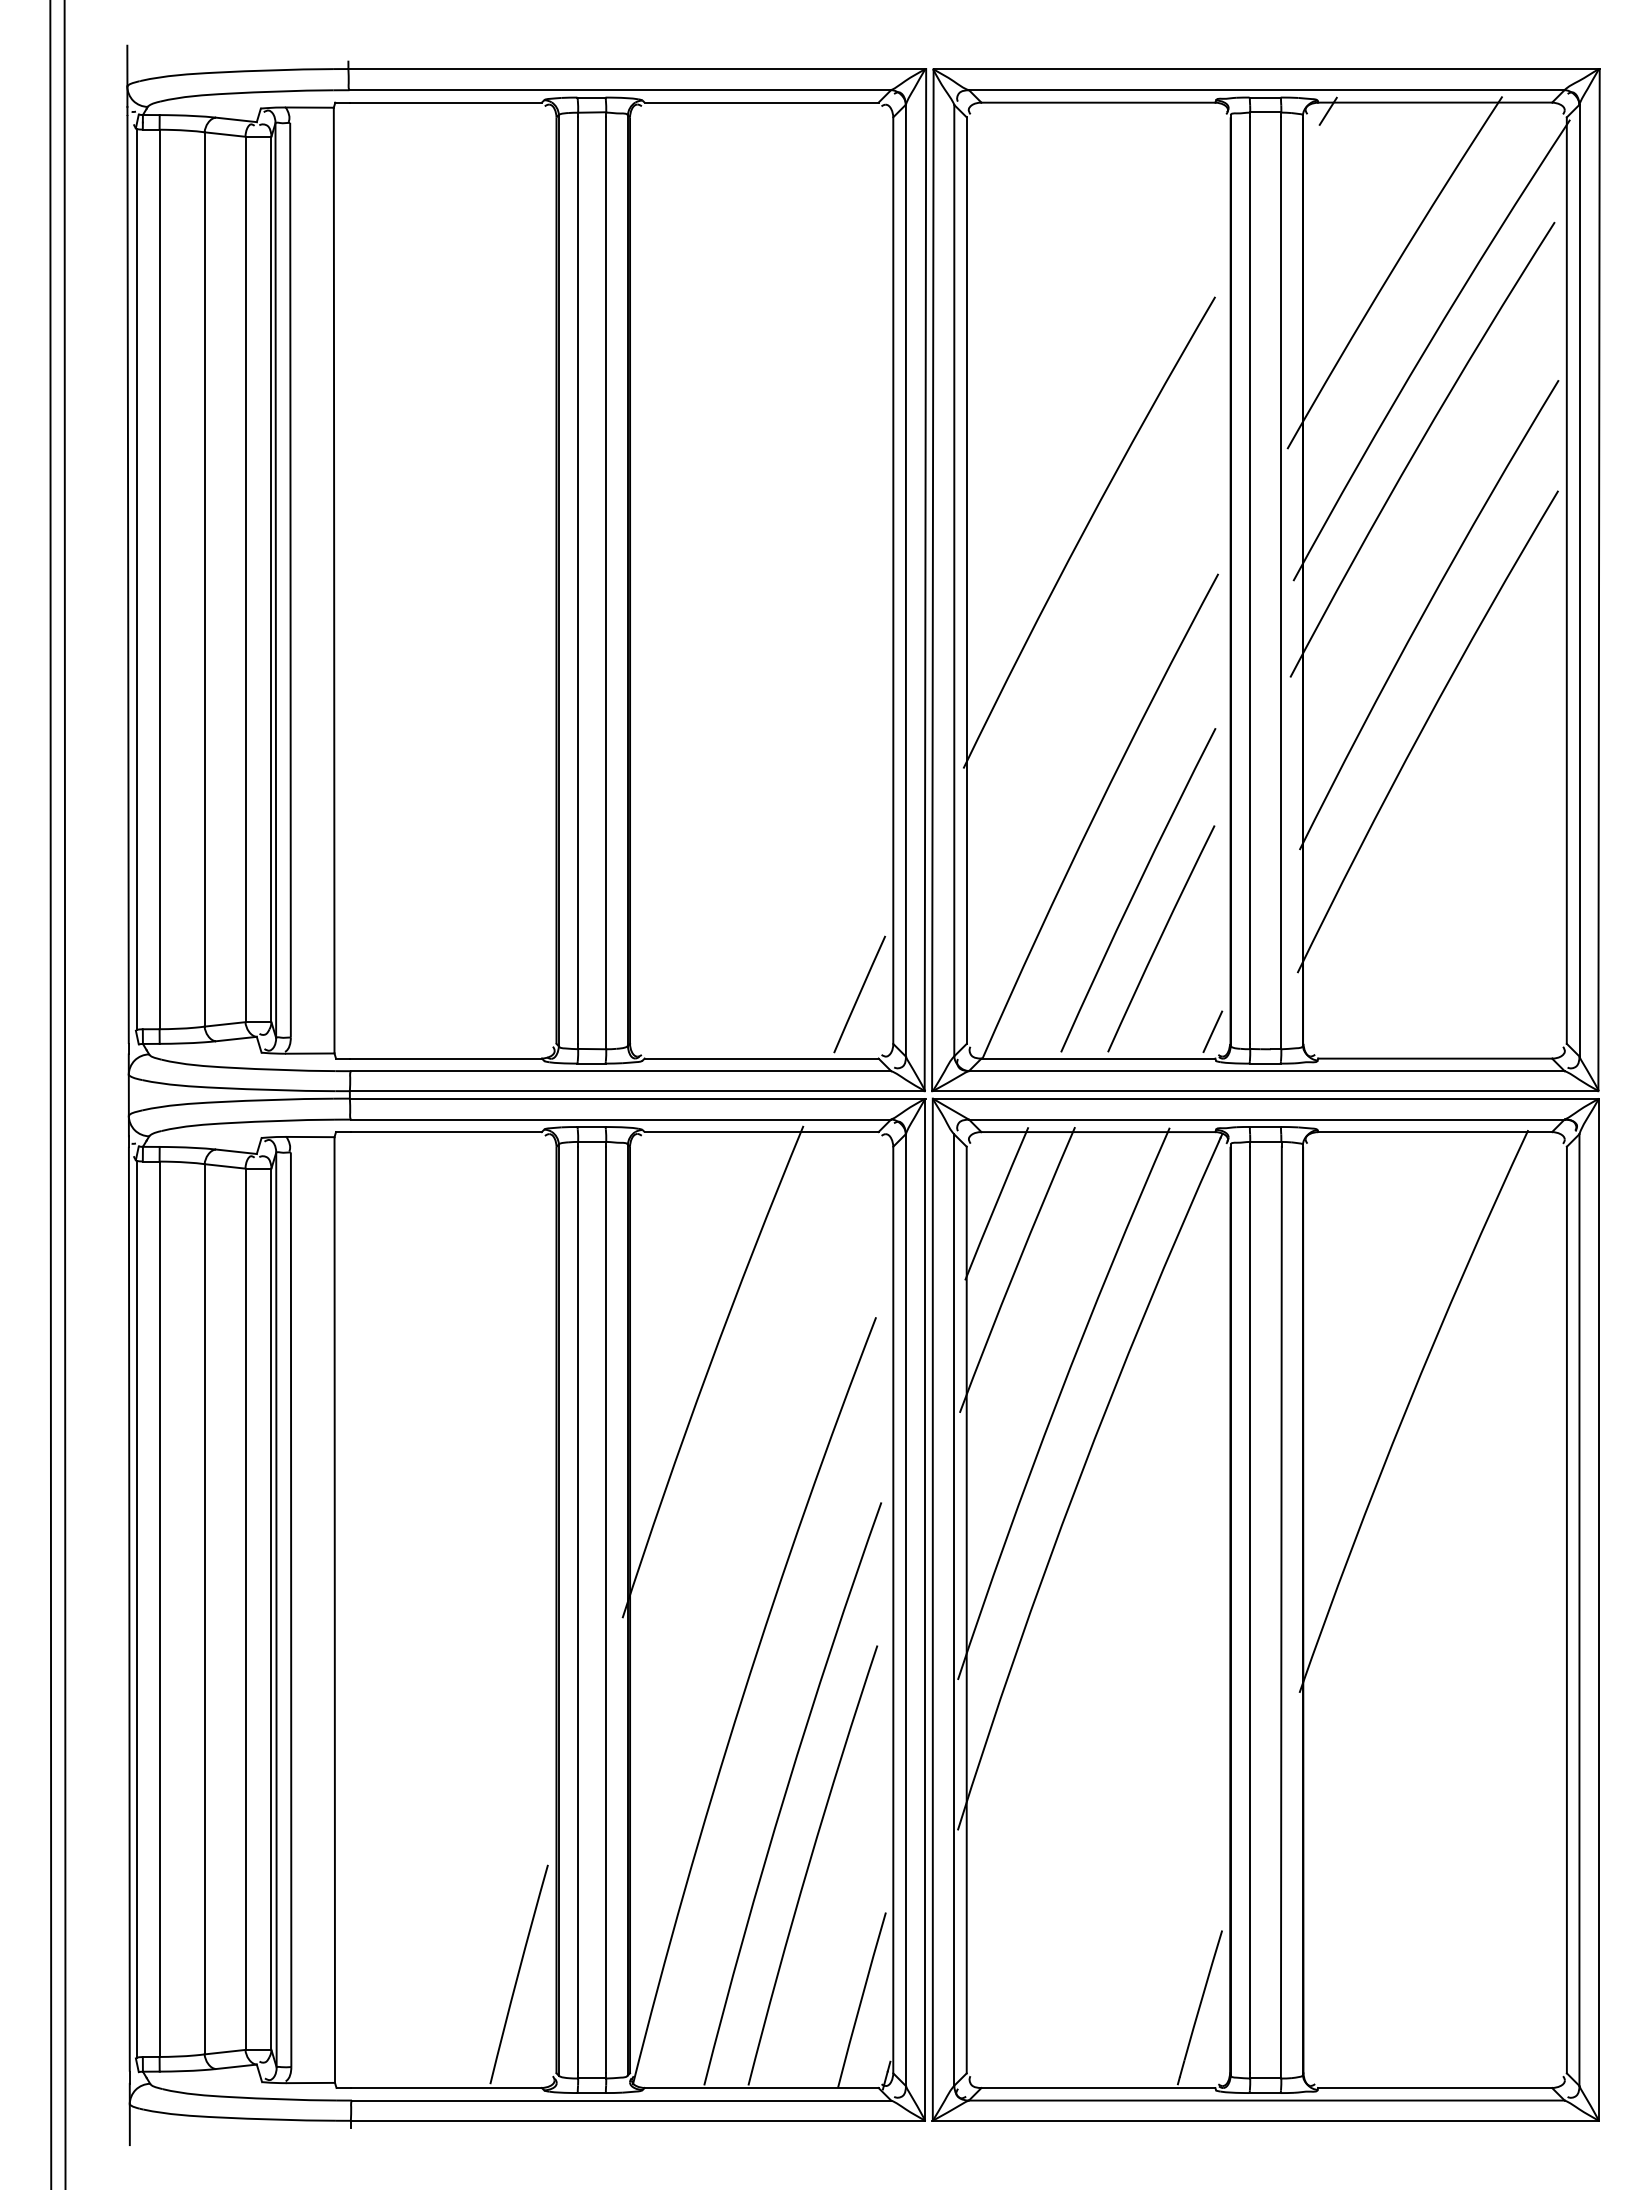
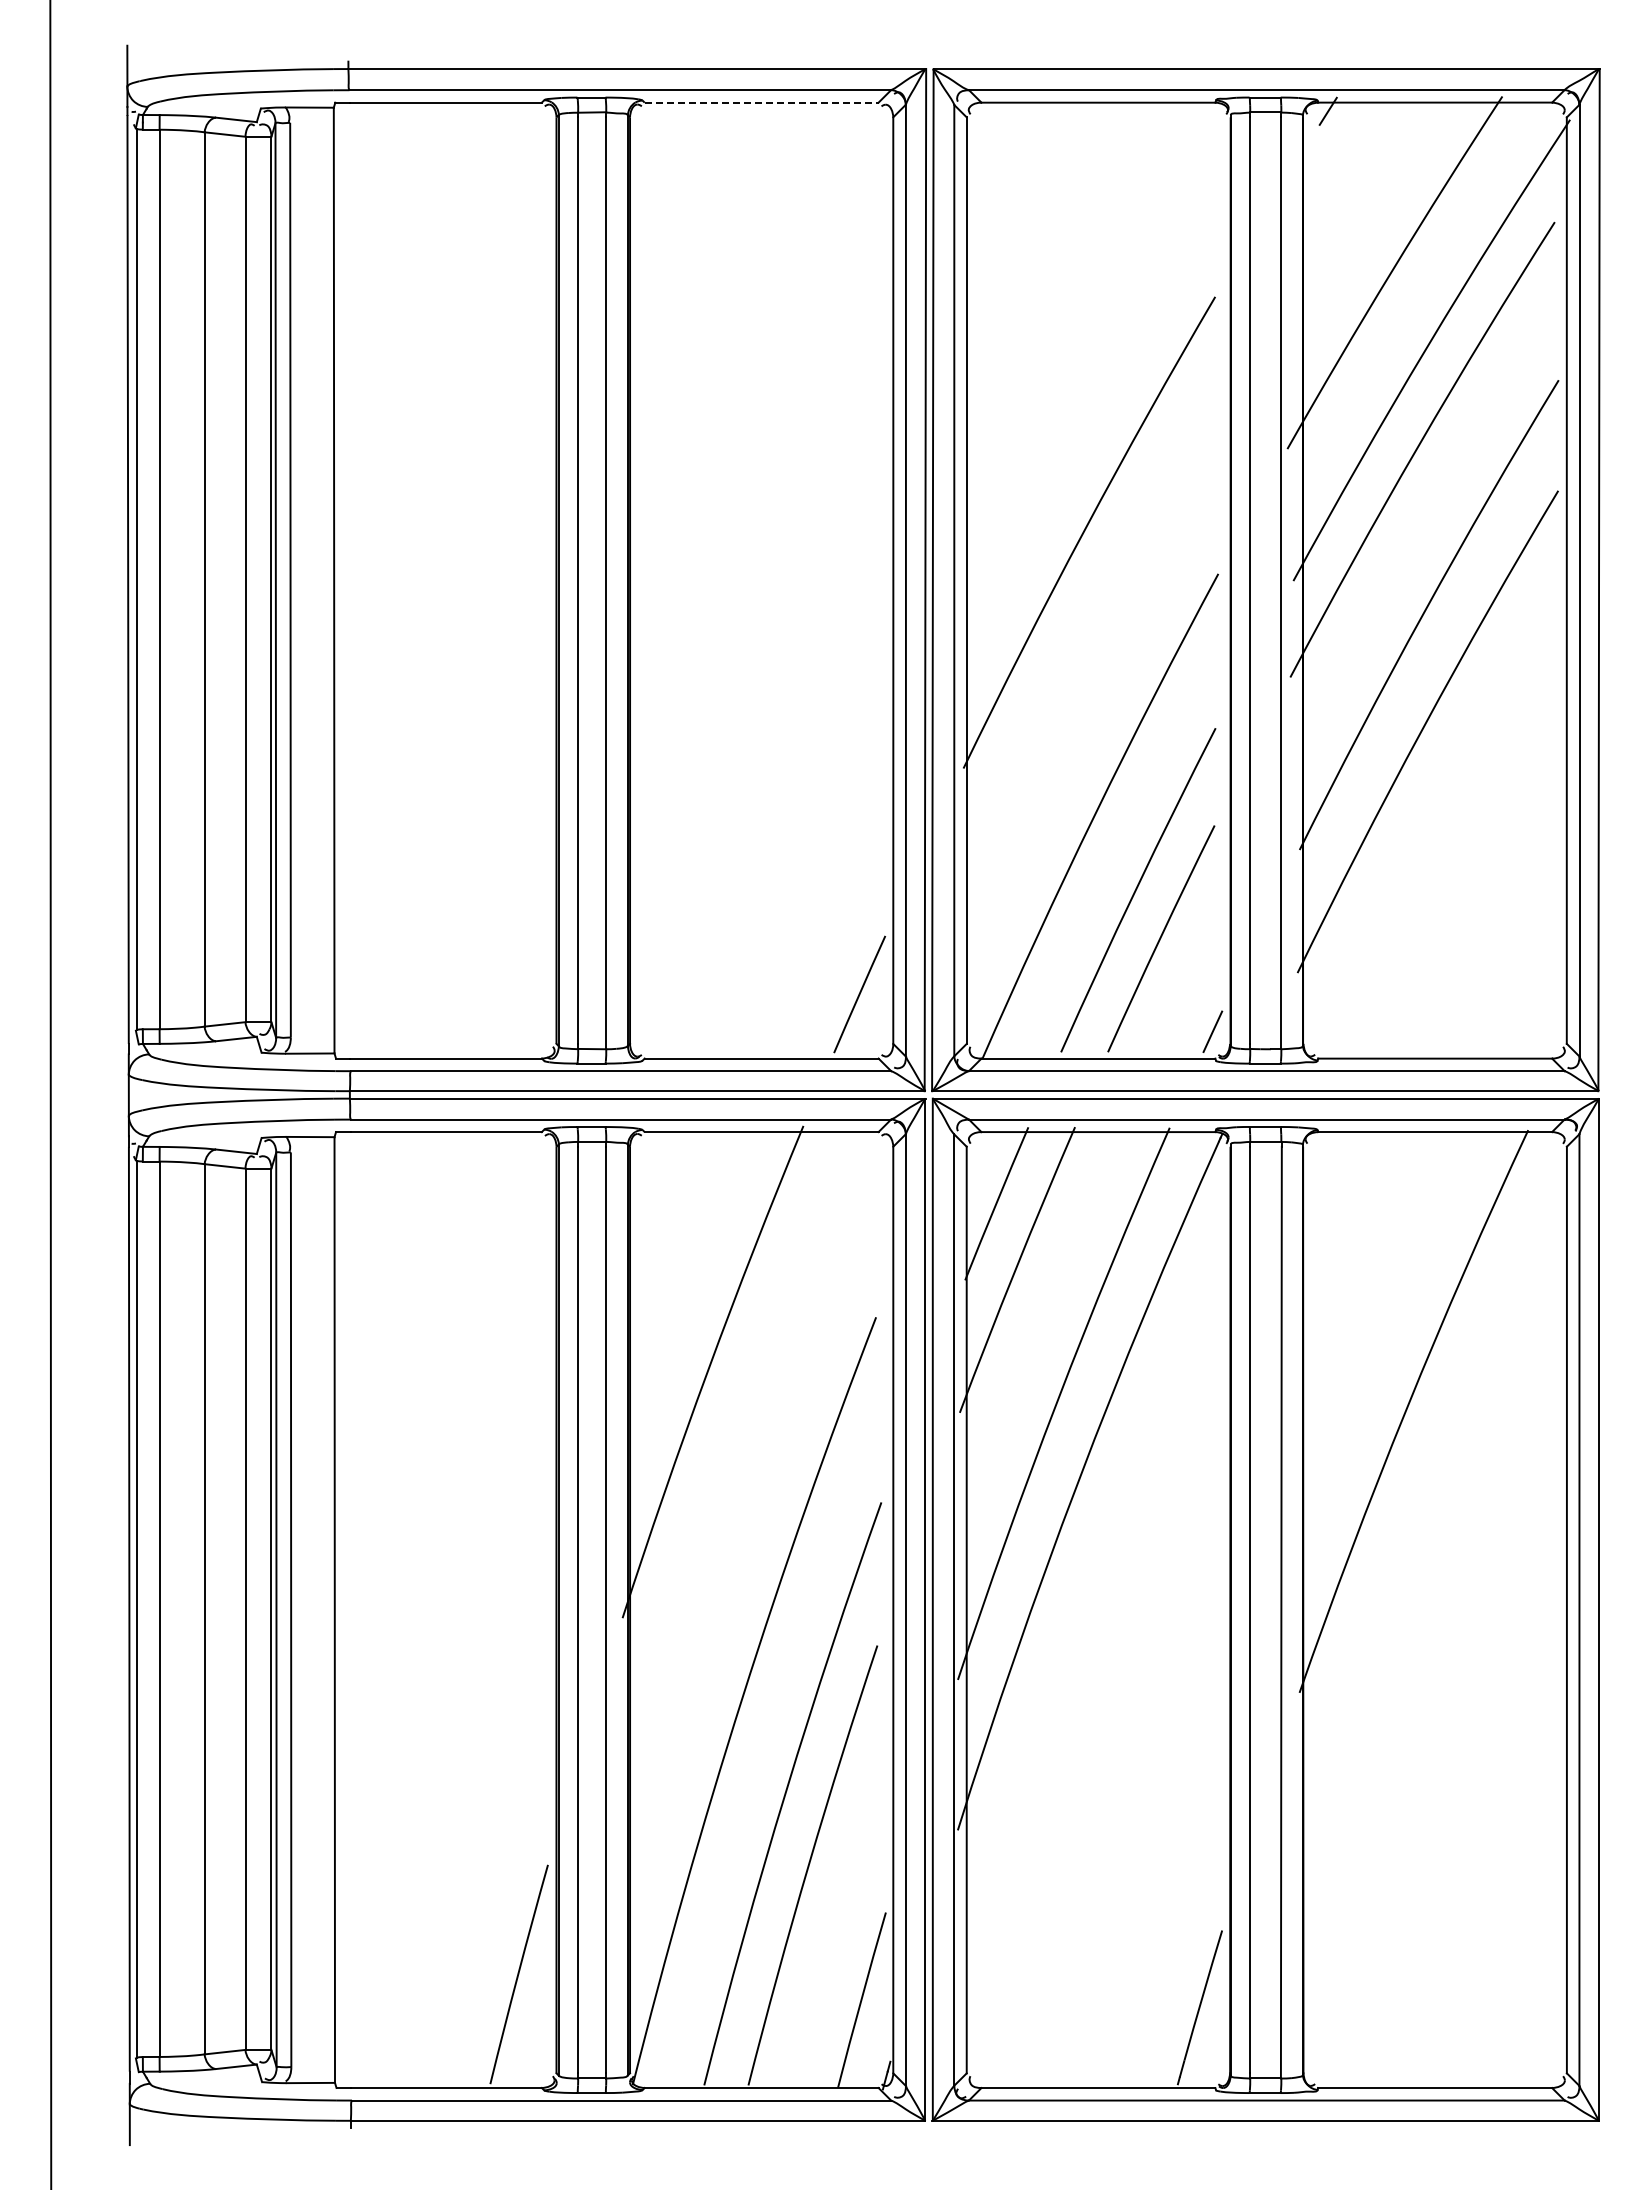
line at (761, 102): solid -> dashed
line at (64, 1094): present -> none
